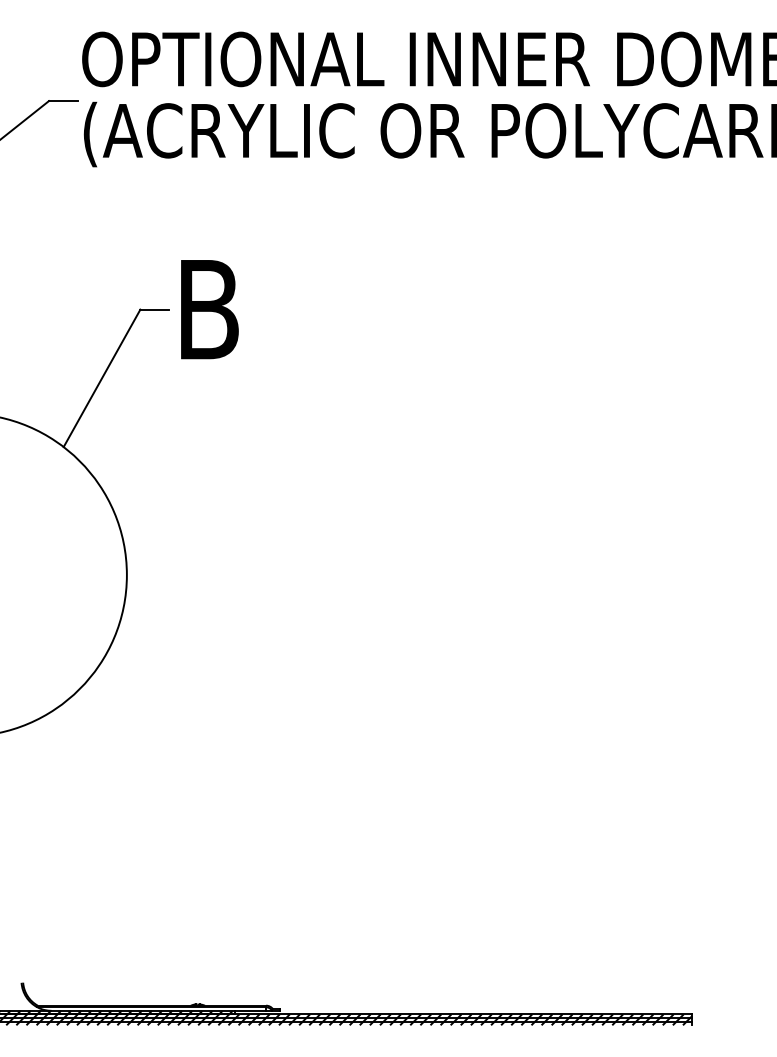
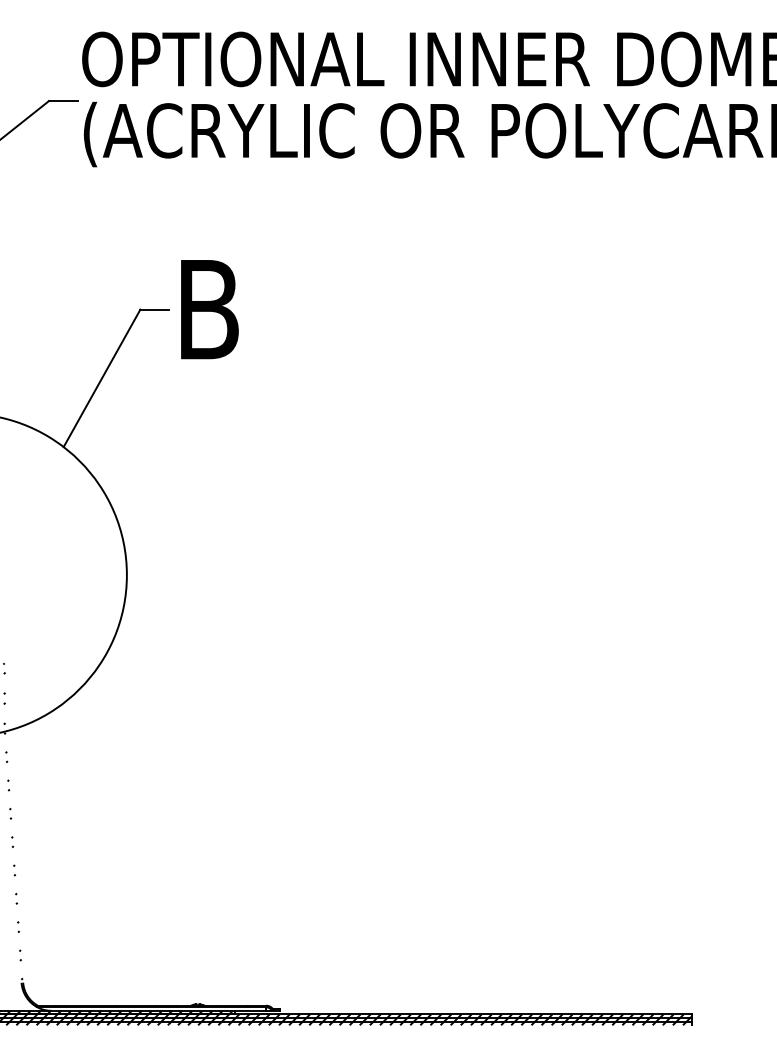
hatch at (138, 836): none -> present
